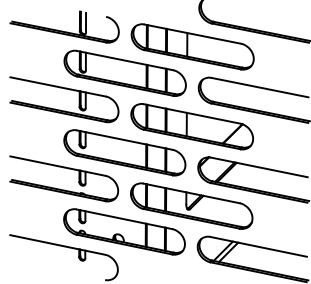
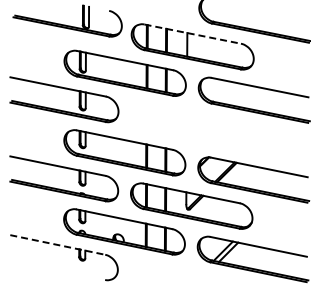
part at (64, 26) position: (64, 26) -> (67, 20)
line at (193, 34): solid -> dashed
part at (191, 126): present -> none
line at (58, 245): solid -> dashed
